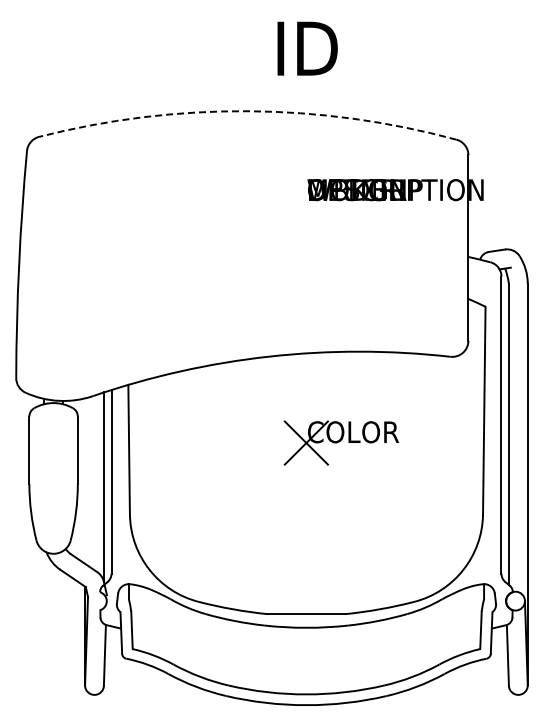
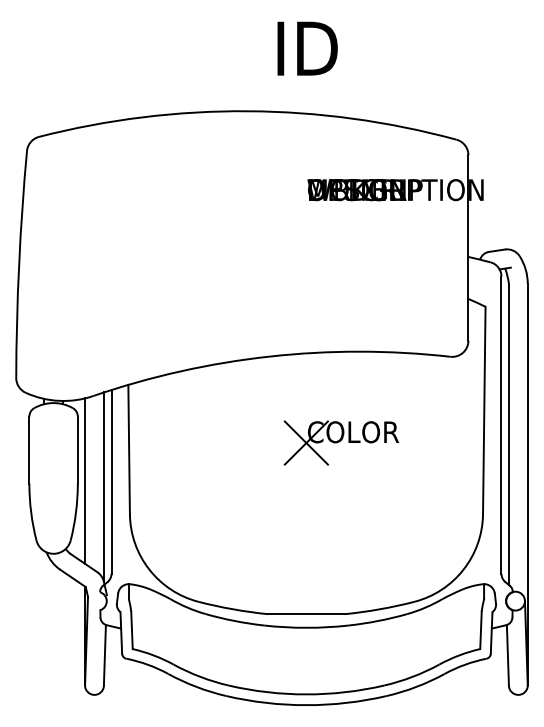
arc at (247, 111): dashed -> solid
line at (85, 480): none -> present
